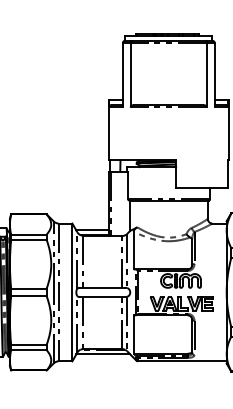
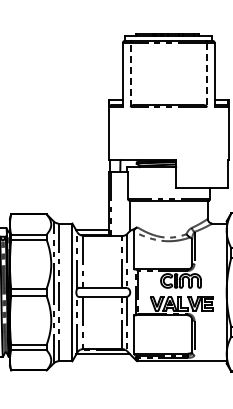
line at (130, 74): solid -> dashed
line at (206, 75): solid -> dashed
